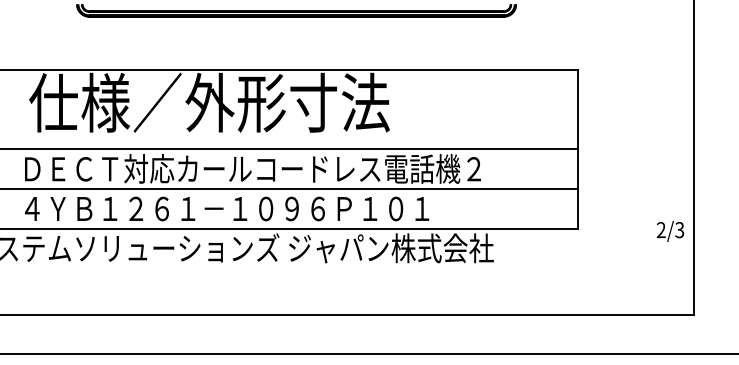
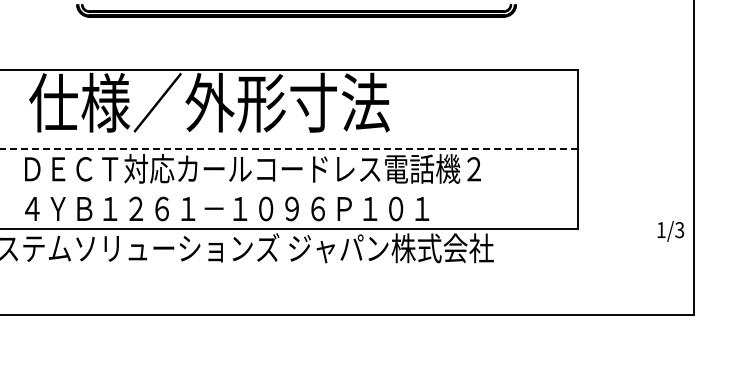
line at (289, 149): solid -> dashed
line at (290, 189): present -> none
text at (660, 229): 2/3 -> 1/3
line at (368, 354): present -> none
